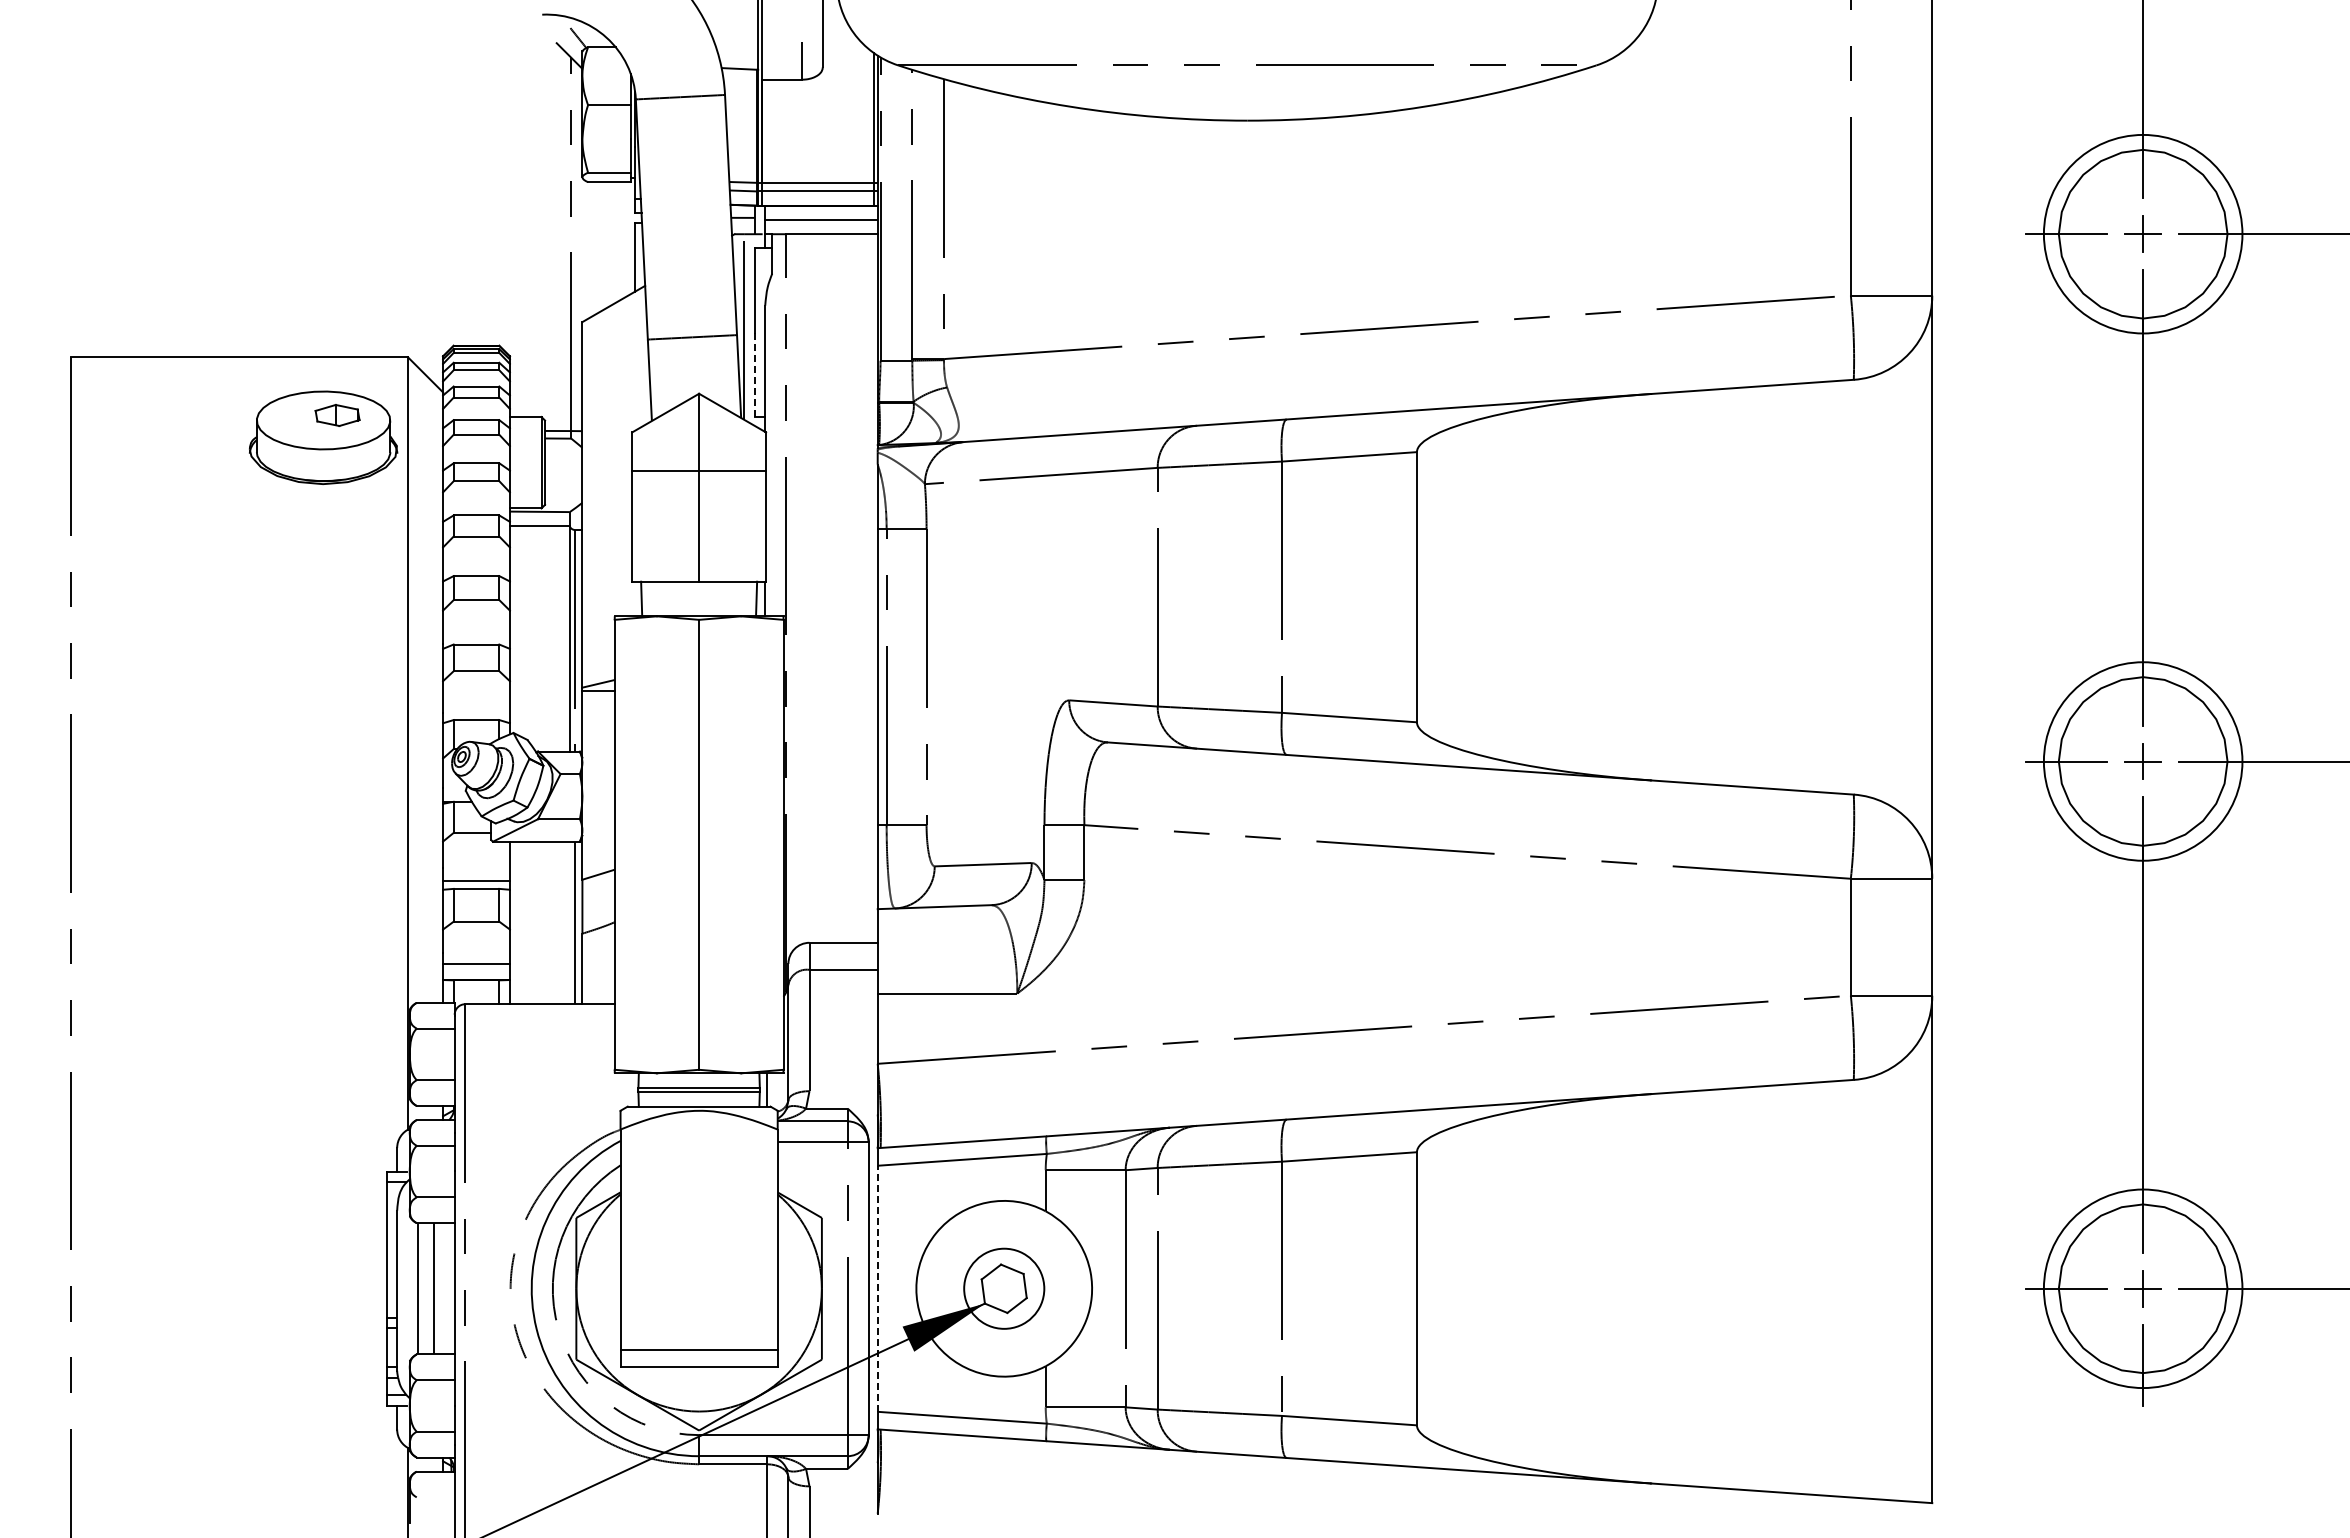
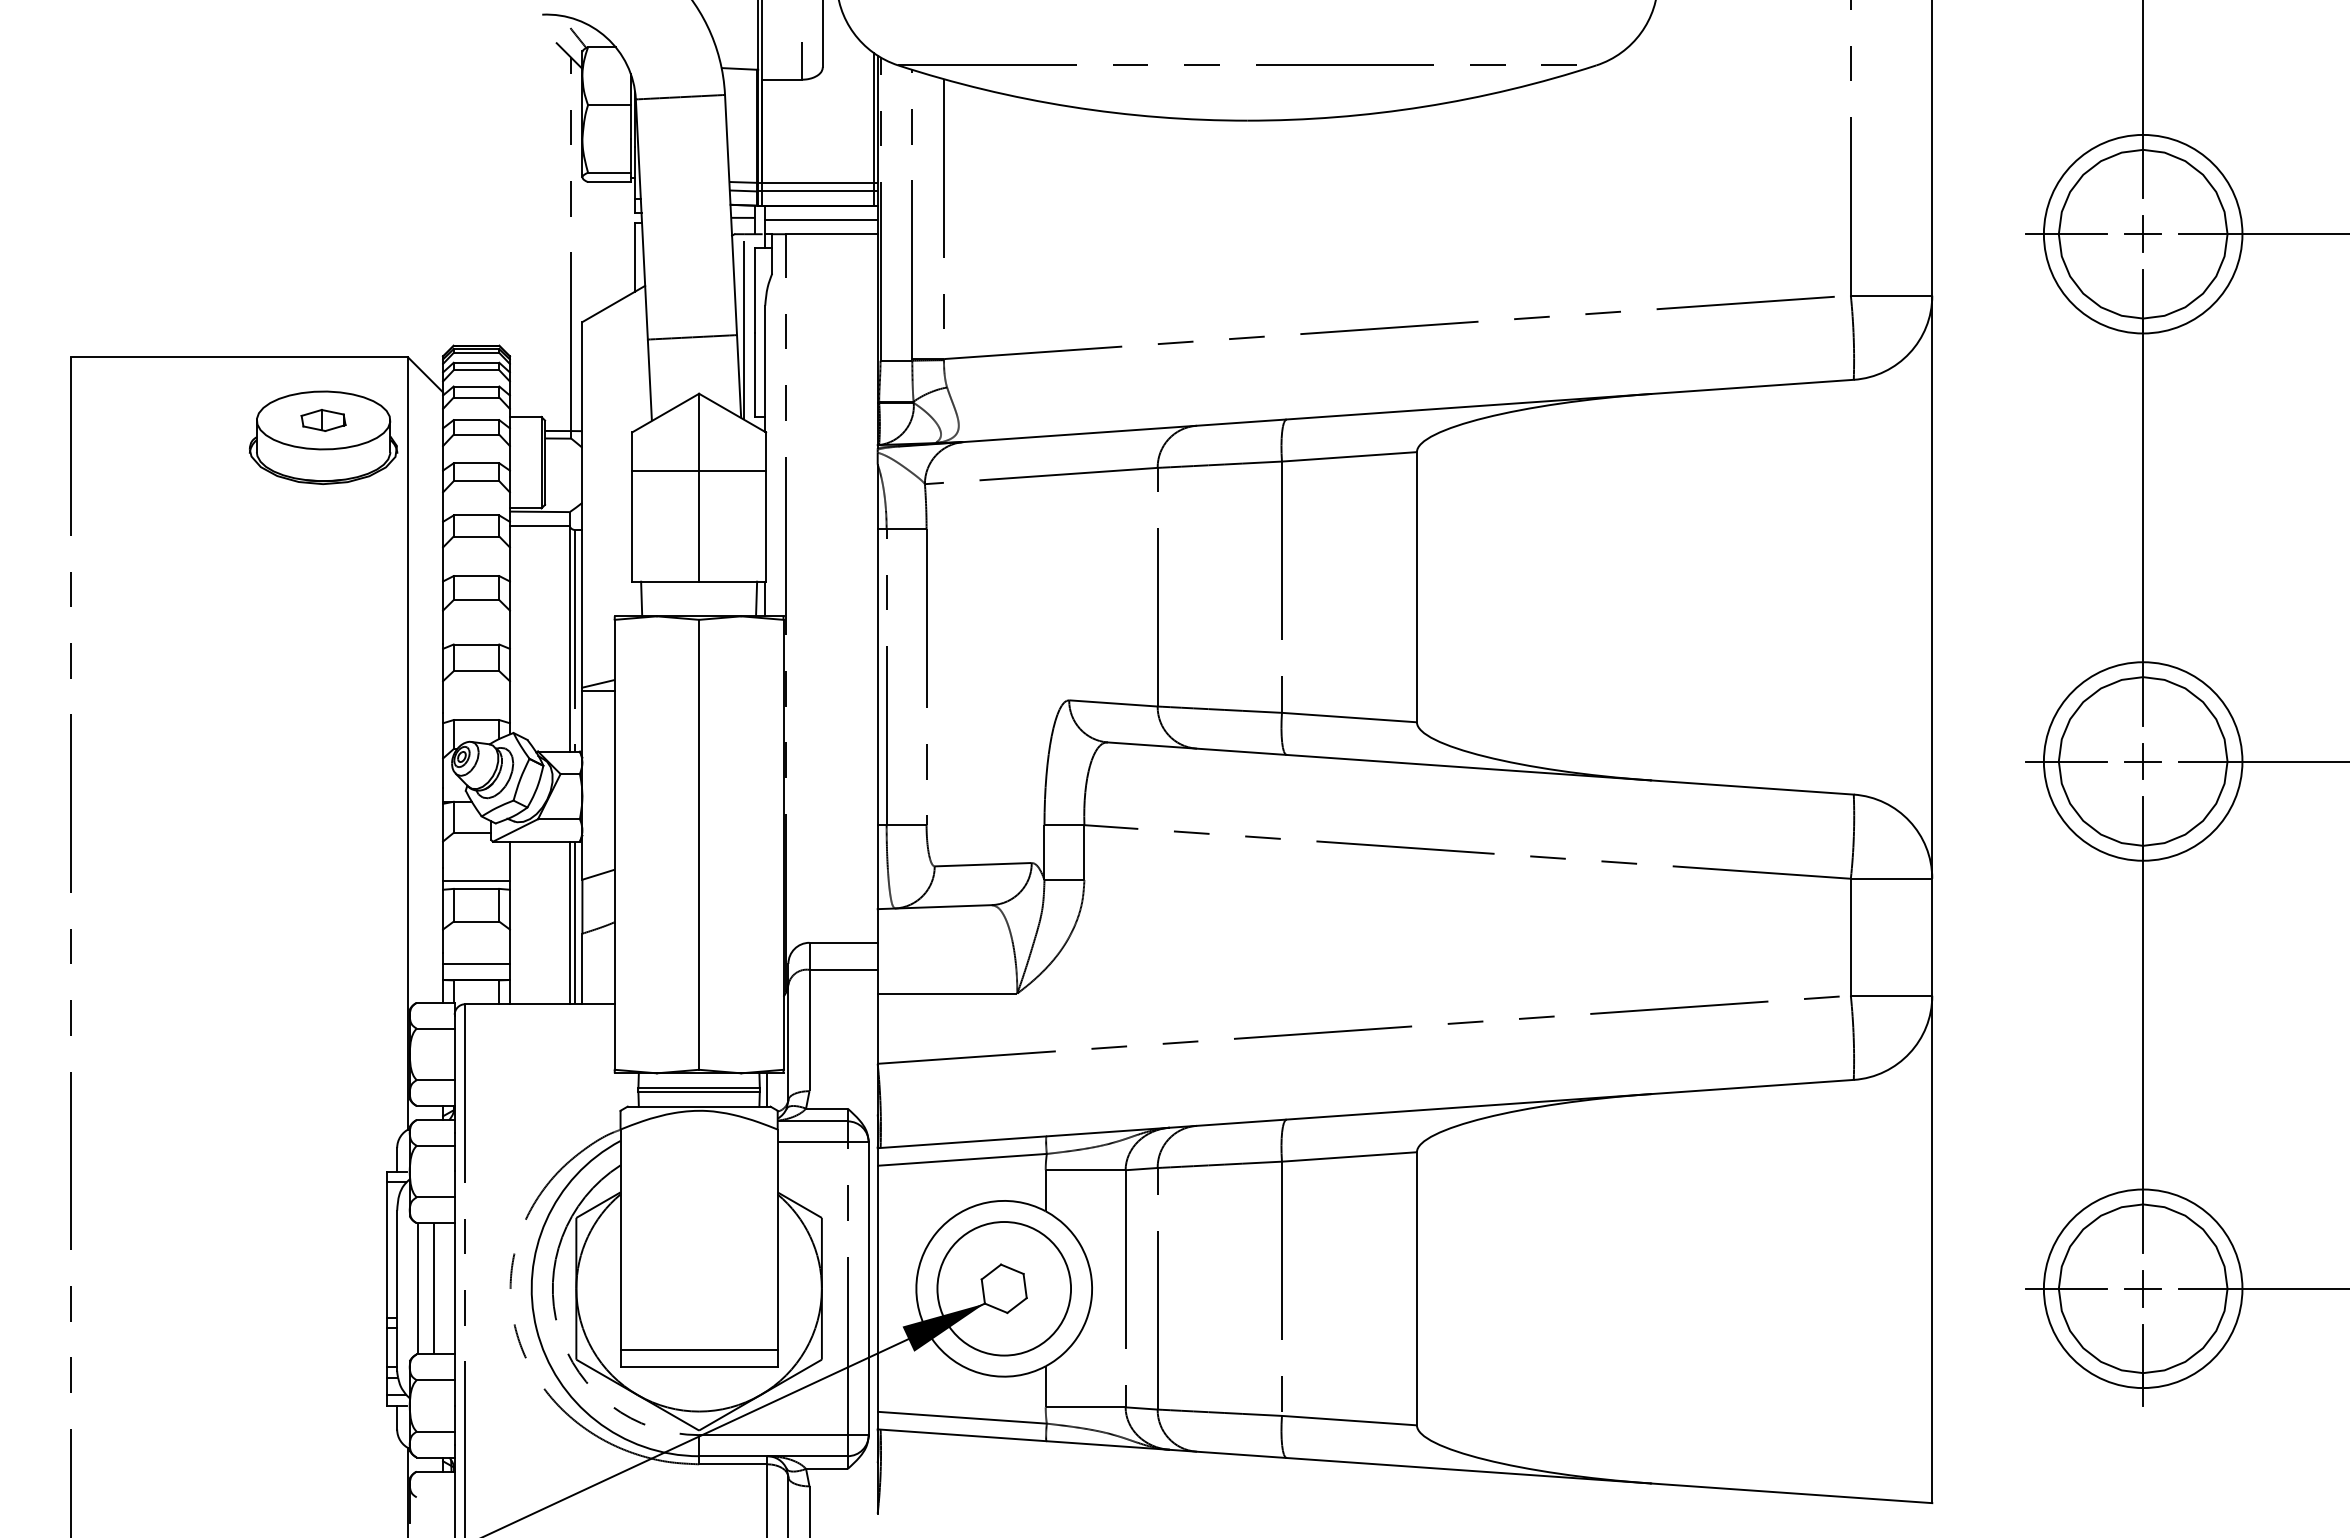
line at (754, 374): dashed -> solid
part at (337, 415) position: (337, 415) -> (323, 420)
line at (569, 922): none -> present
line at (877, 1288): dashed -> solid
circle at (1004, 1288) diameter: 80 px -> 134 px
